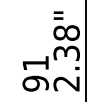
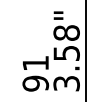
text at (66, 68): 2.38" -> 3.58"
